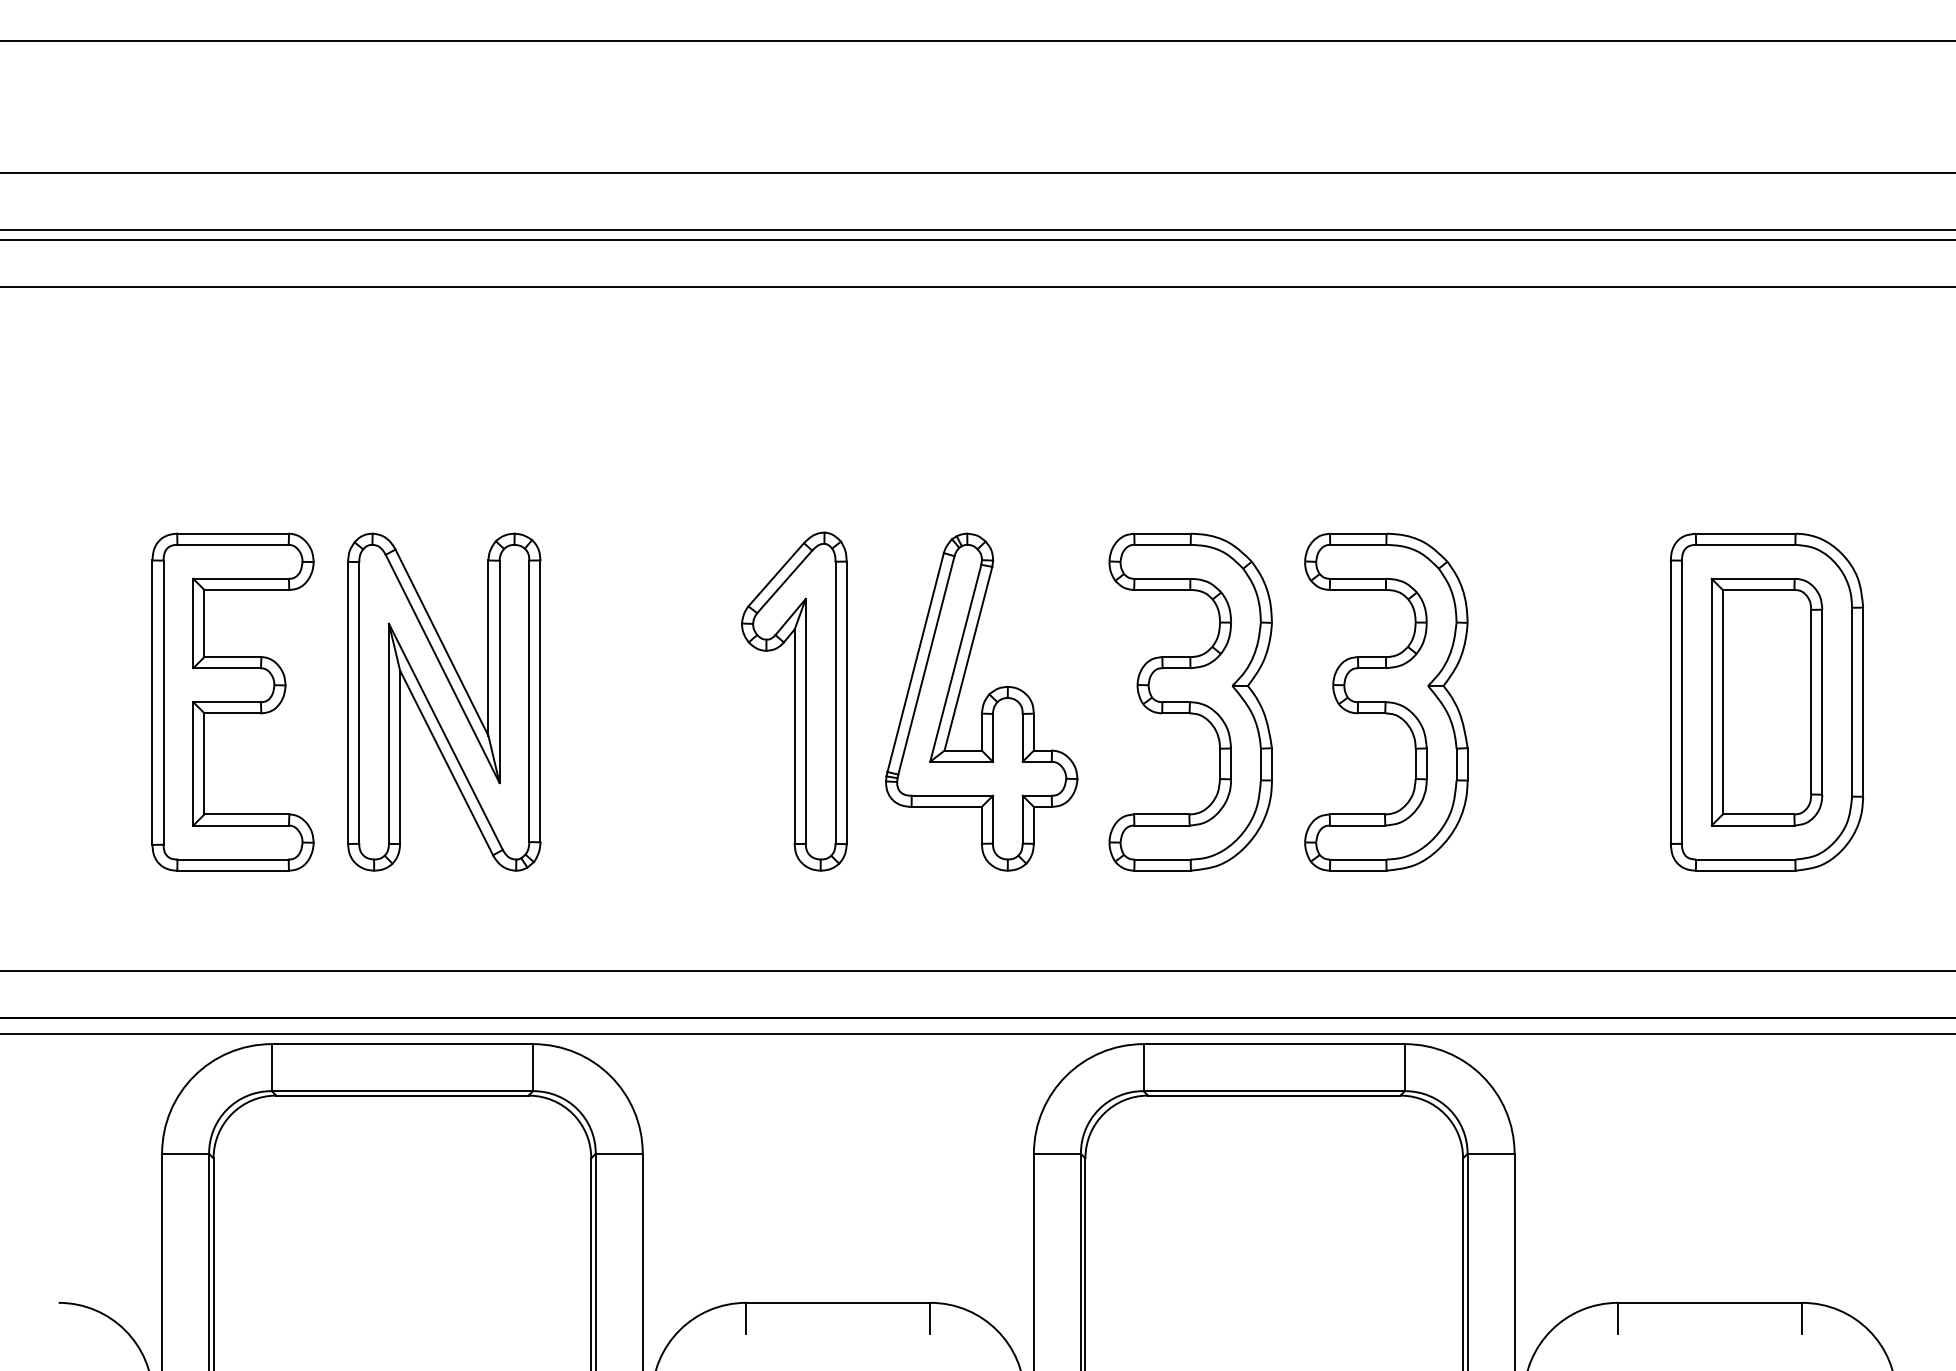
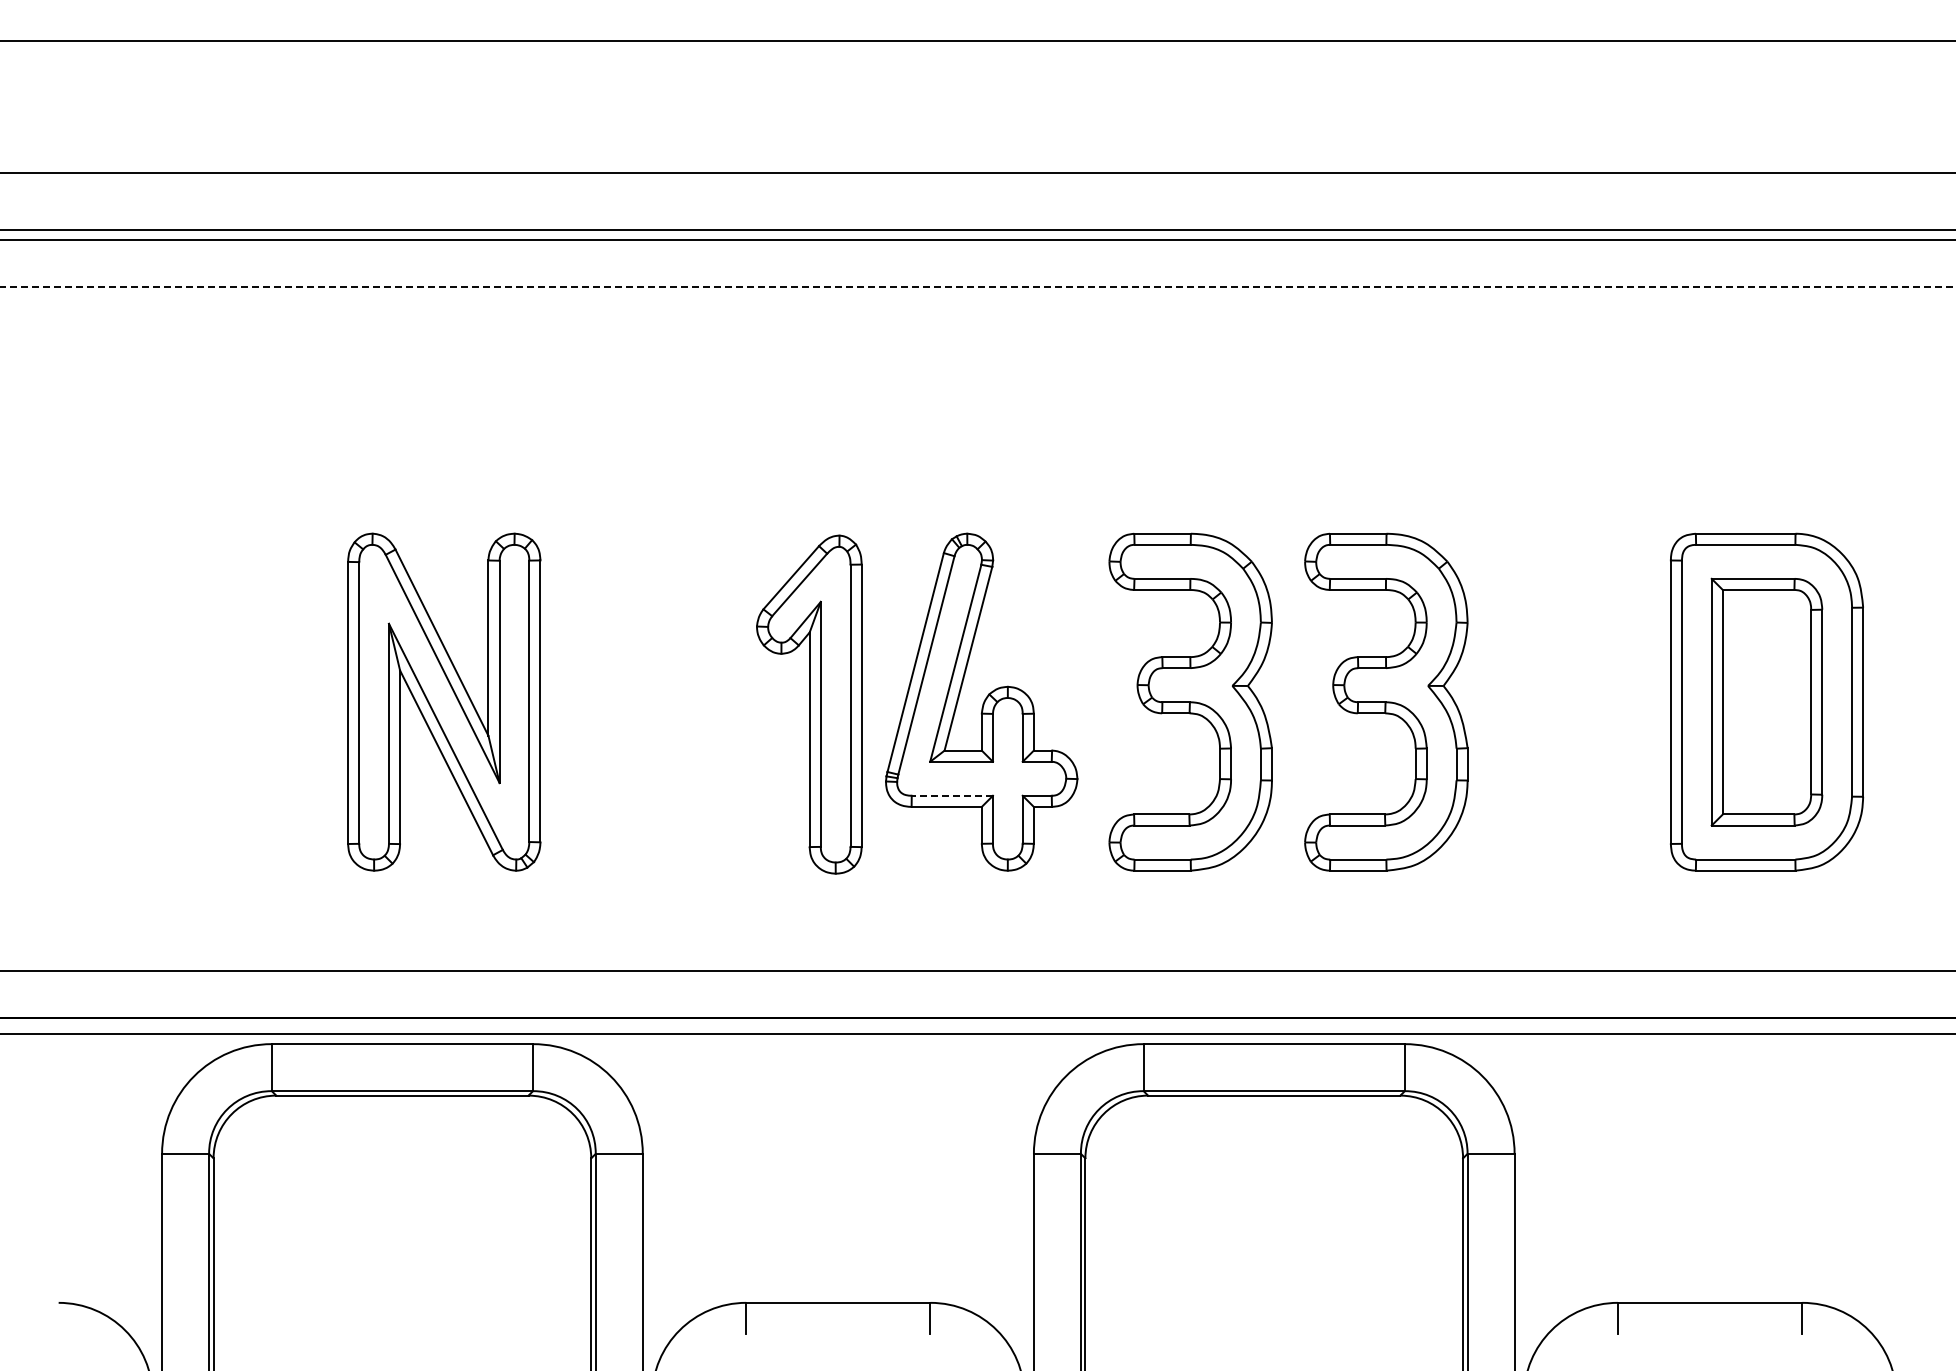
line at (978, 287): solid -> dashed
part at (232, 701): present -> none
part at (794, 701) position: (794, 701) -> (809, 704)
line at (952, 795): solid -> dashed
